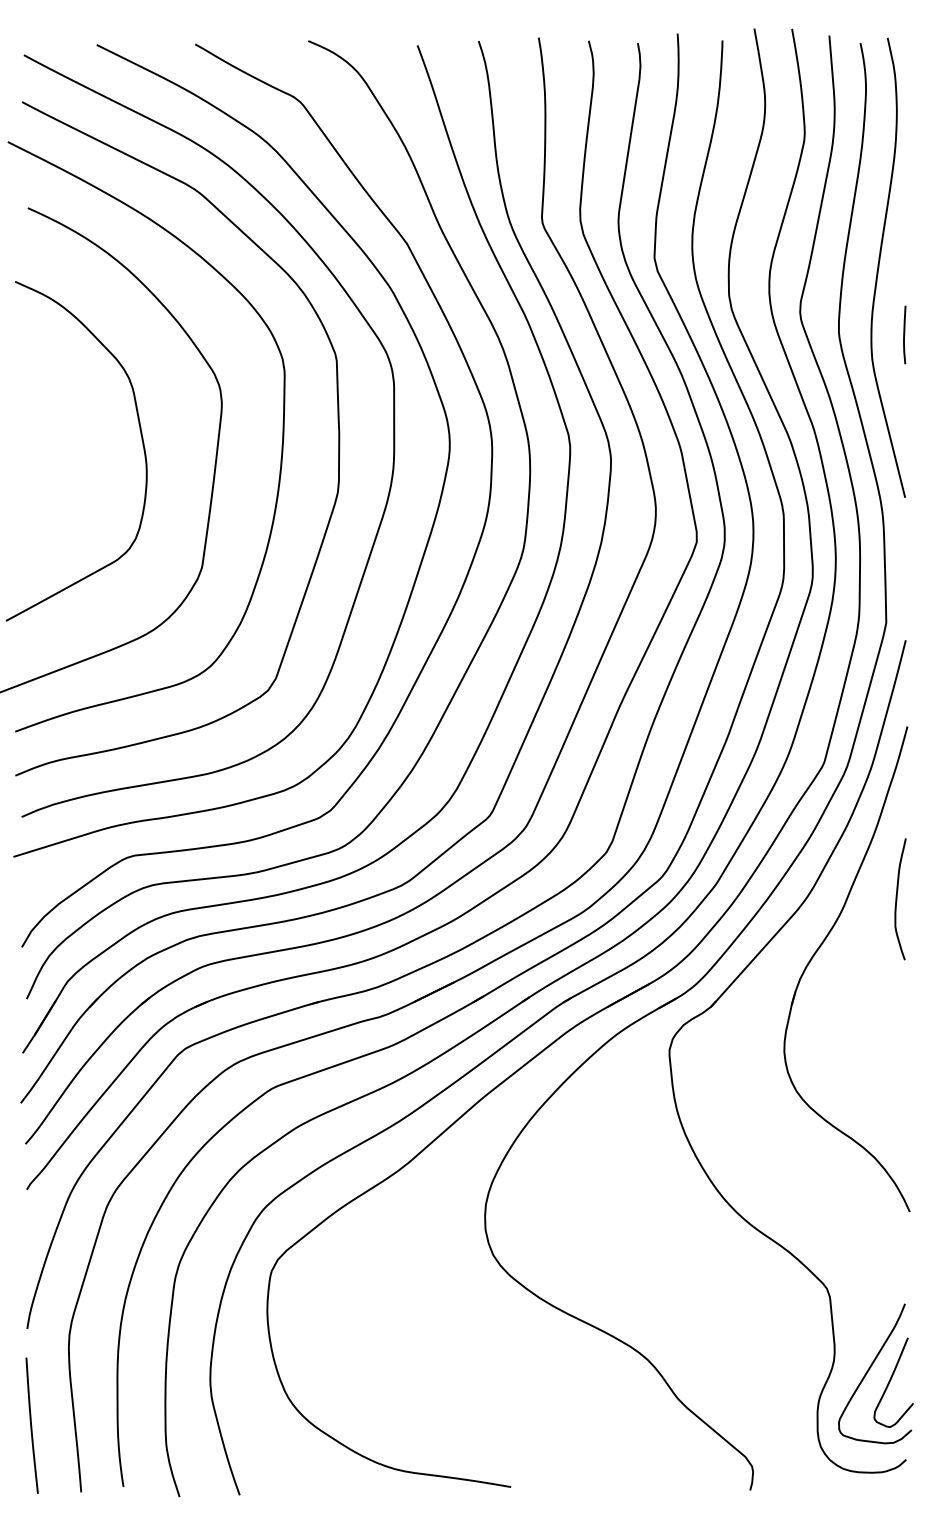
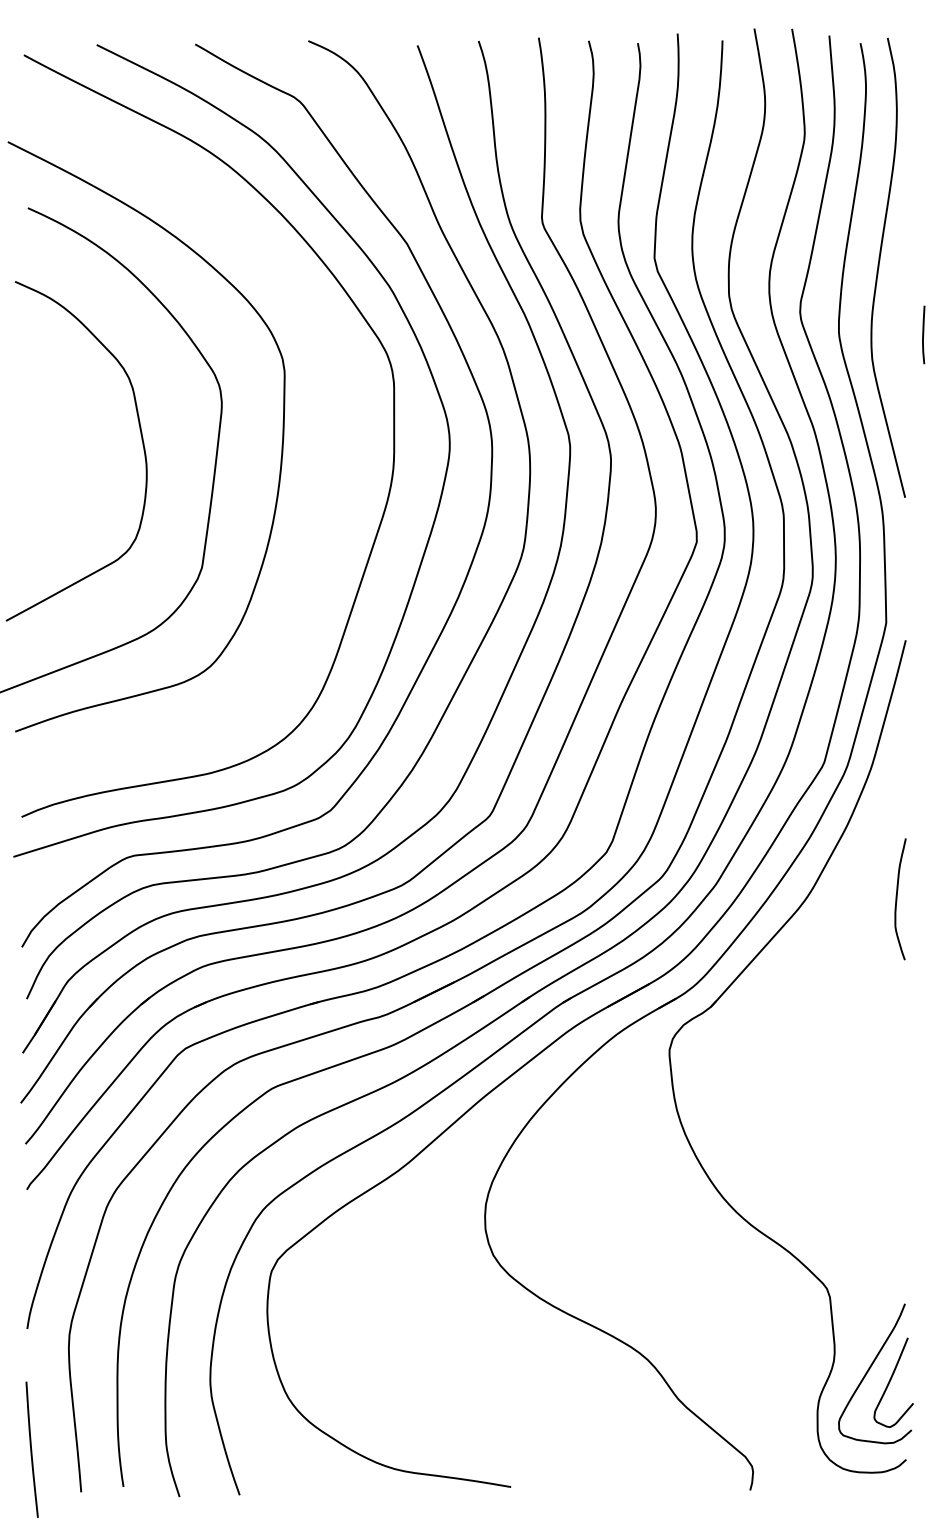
curve at (904, 334) position: (904, 334) -> (923, 334)
curve at (337, 422): present -> none
part at (818, 950): present -> none
line at (31, 1425) position: (31, 1425) -> (31, 1449)
